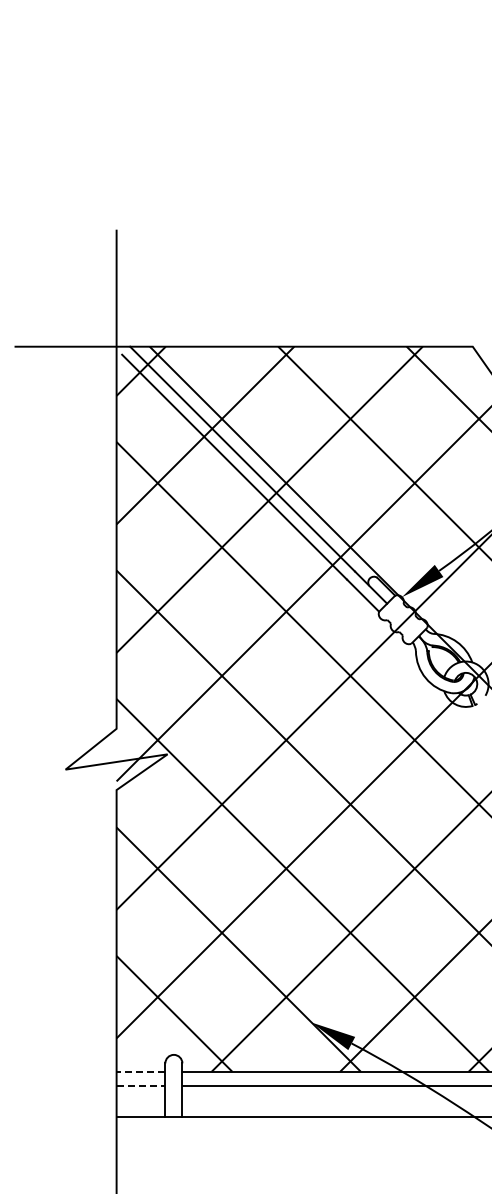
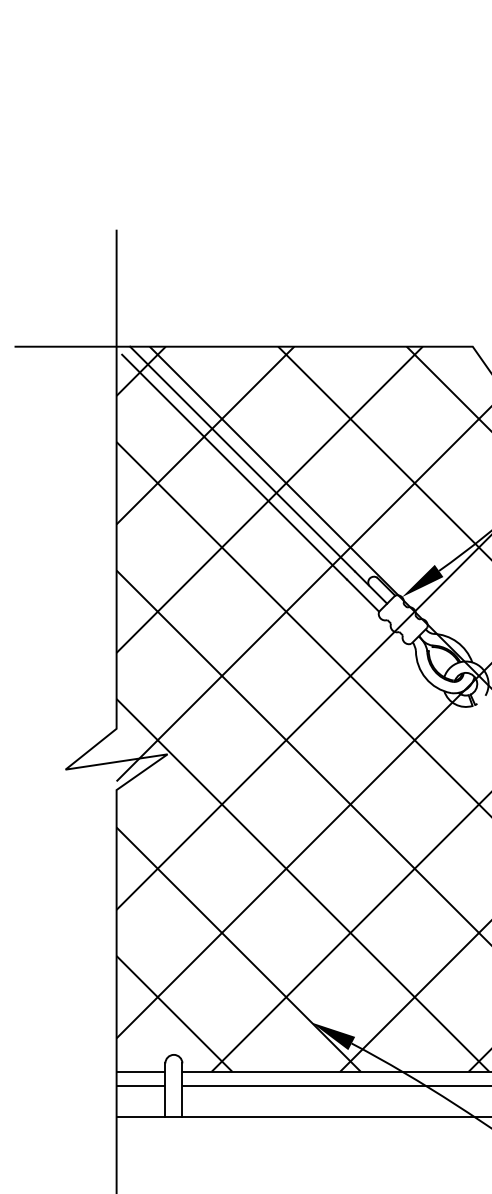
line at (140, 1071): dashed -> solid
line at (141, 1086): dashed -> solid
